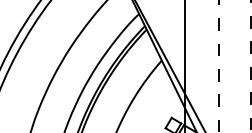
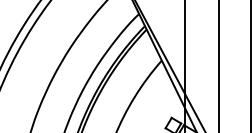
line at (219, 66): dashed -> solid
line at (250, 66): dashed -> solid
